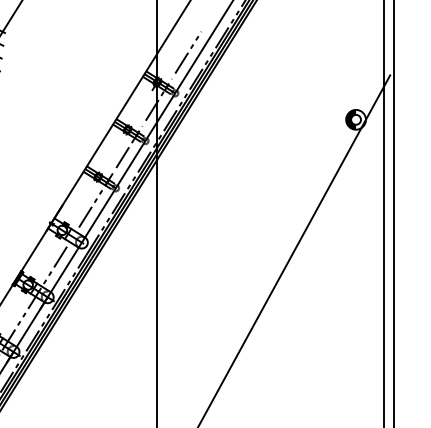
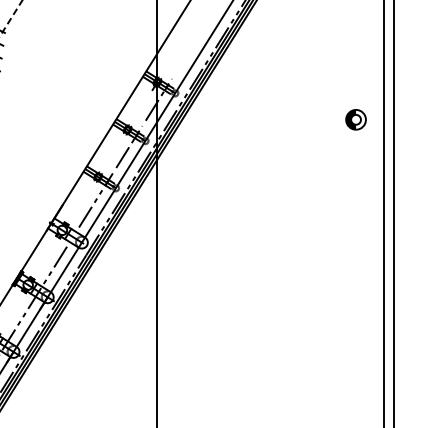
line at (11, 18): solid -> dashed
line at (188, 52): present -> none
line at (294, 249): present -> none
